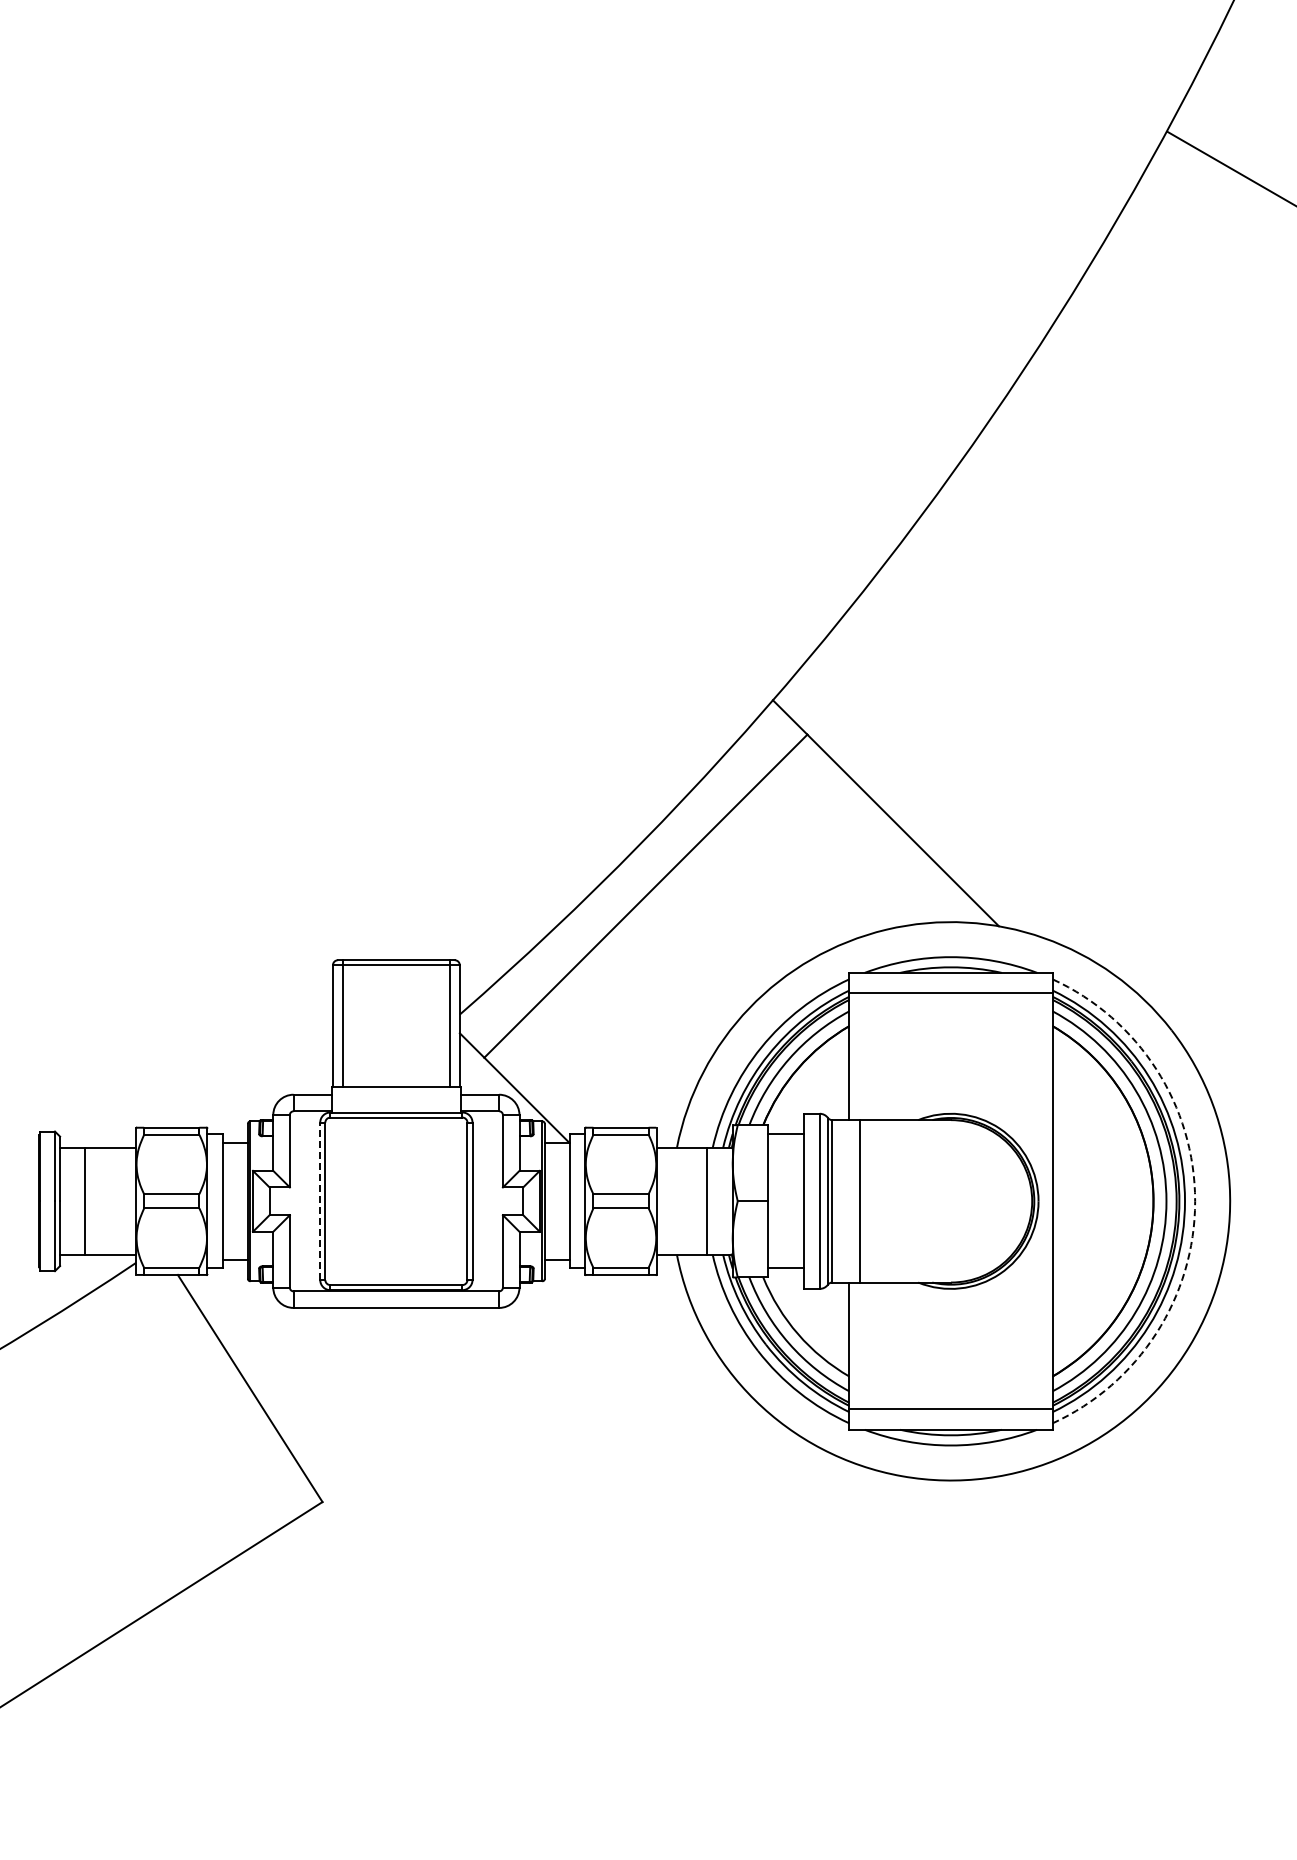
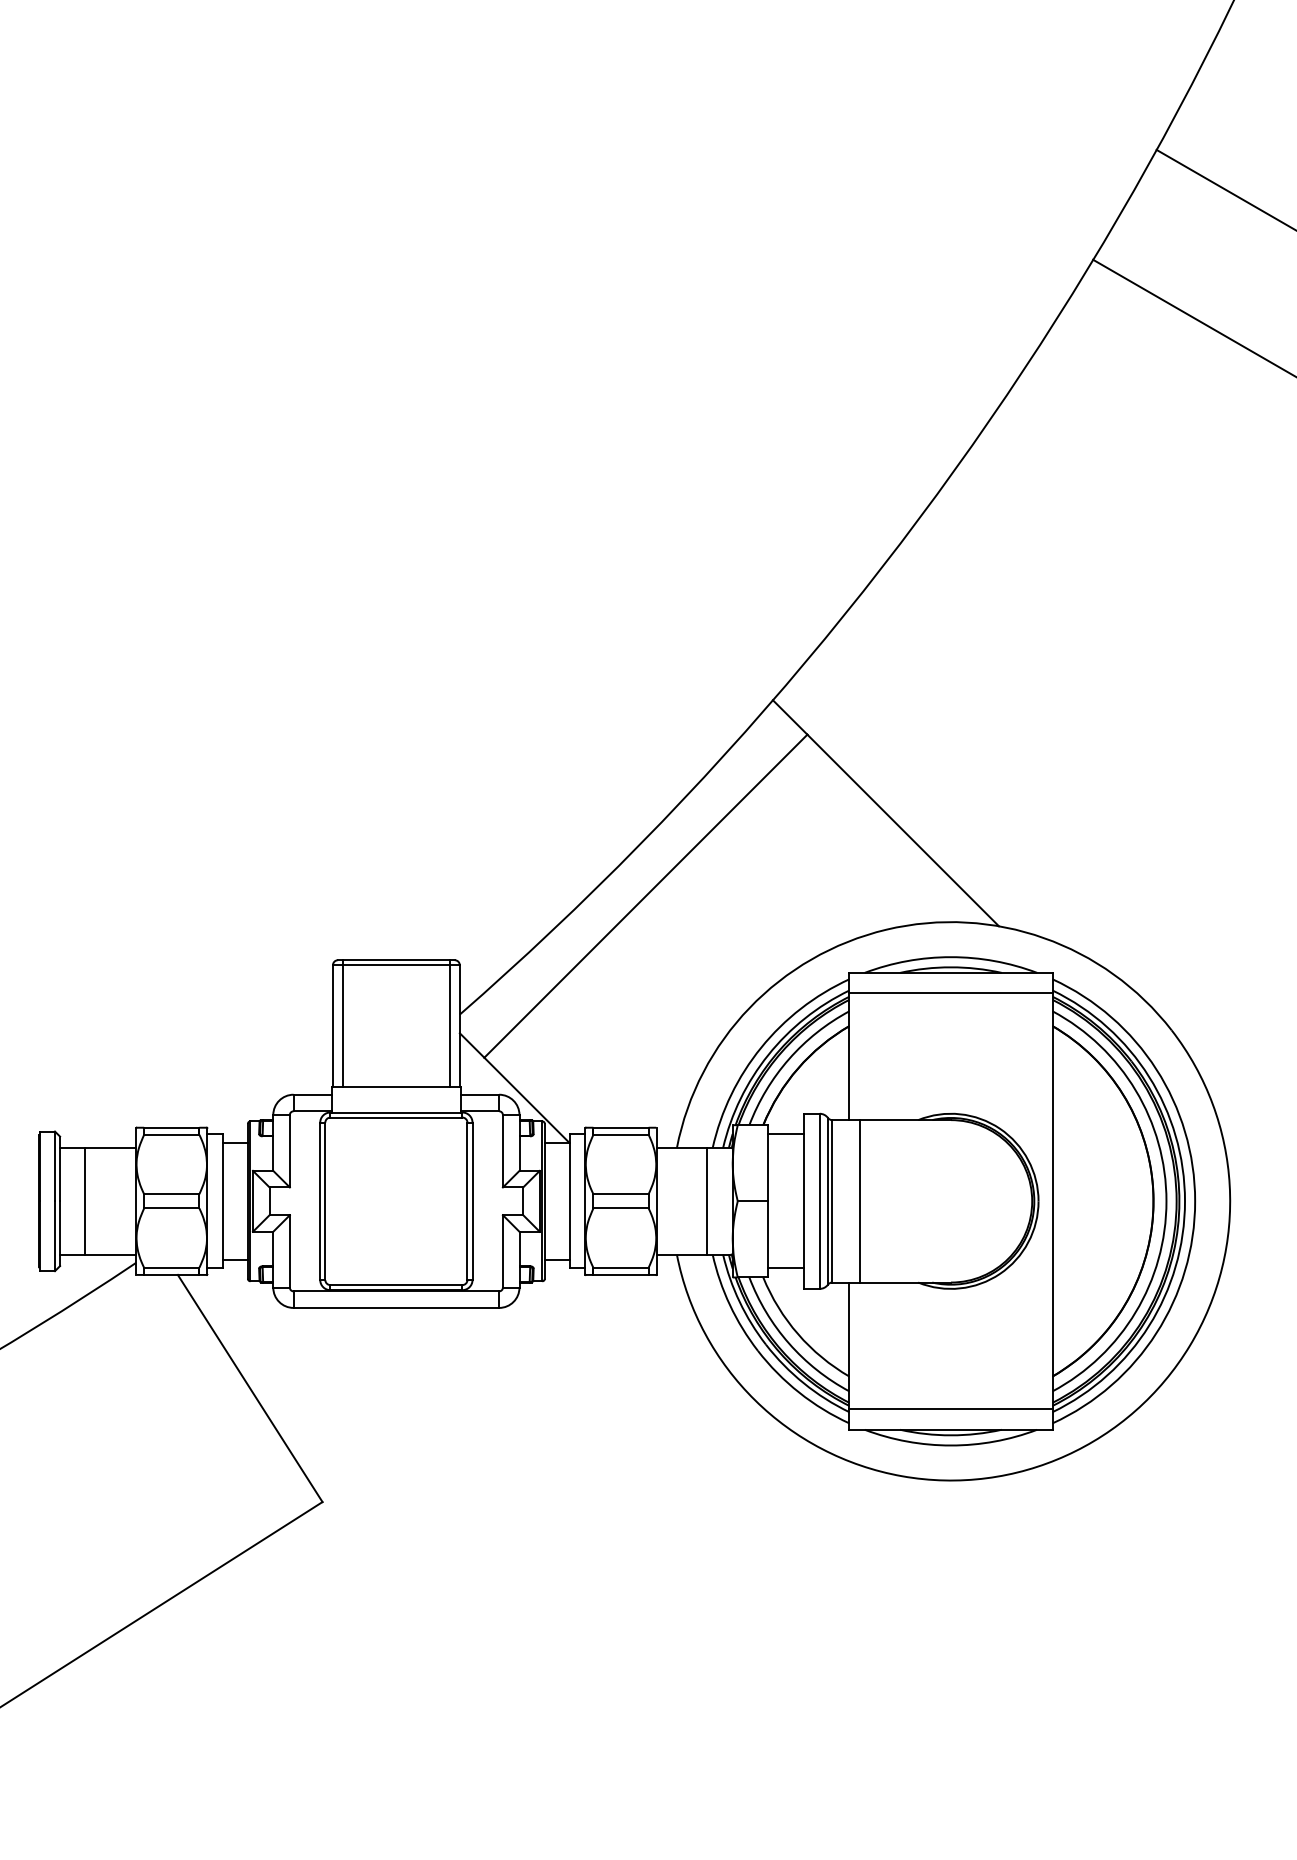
line at (1230, 167) position: (1230, 167) -> (1224, 189)
line at (1193, 317): none -> present
line at (320, 1201): dashed -> solid
arc at (1195, 1201): dashed -> solid
